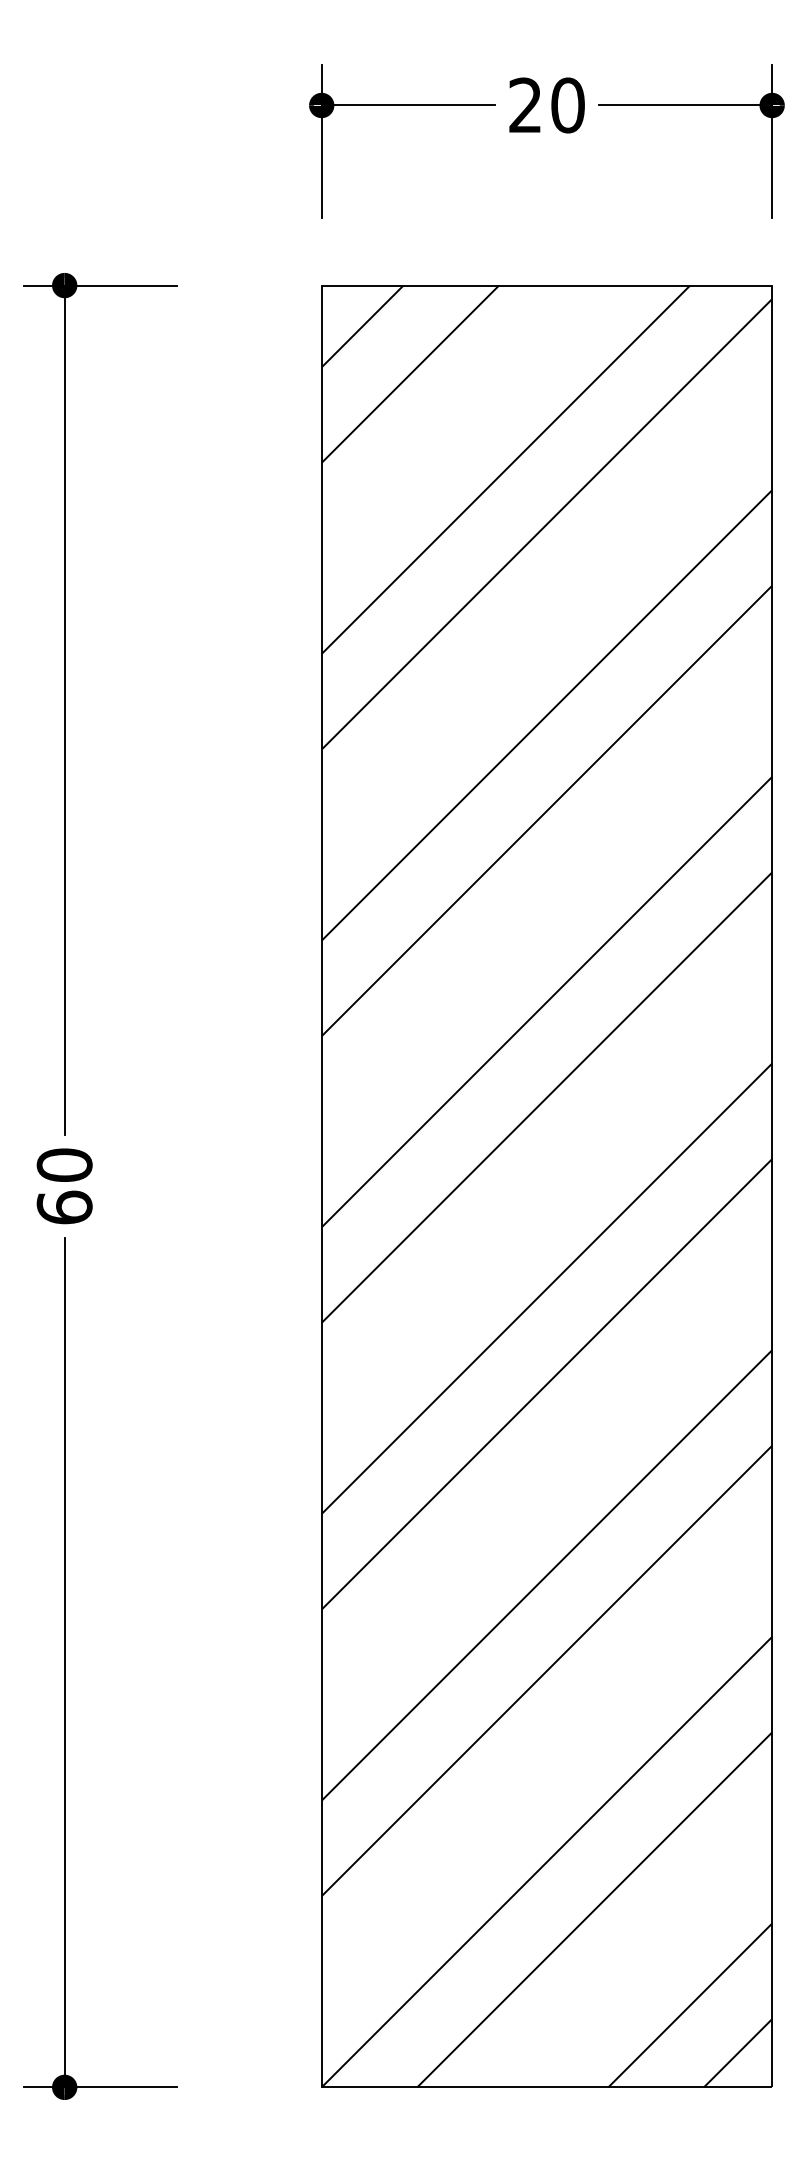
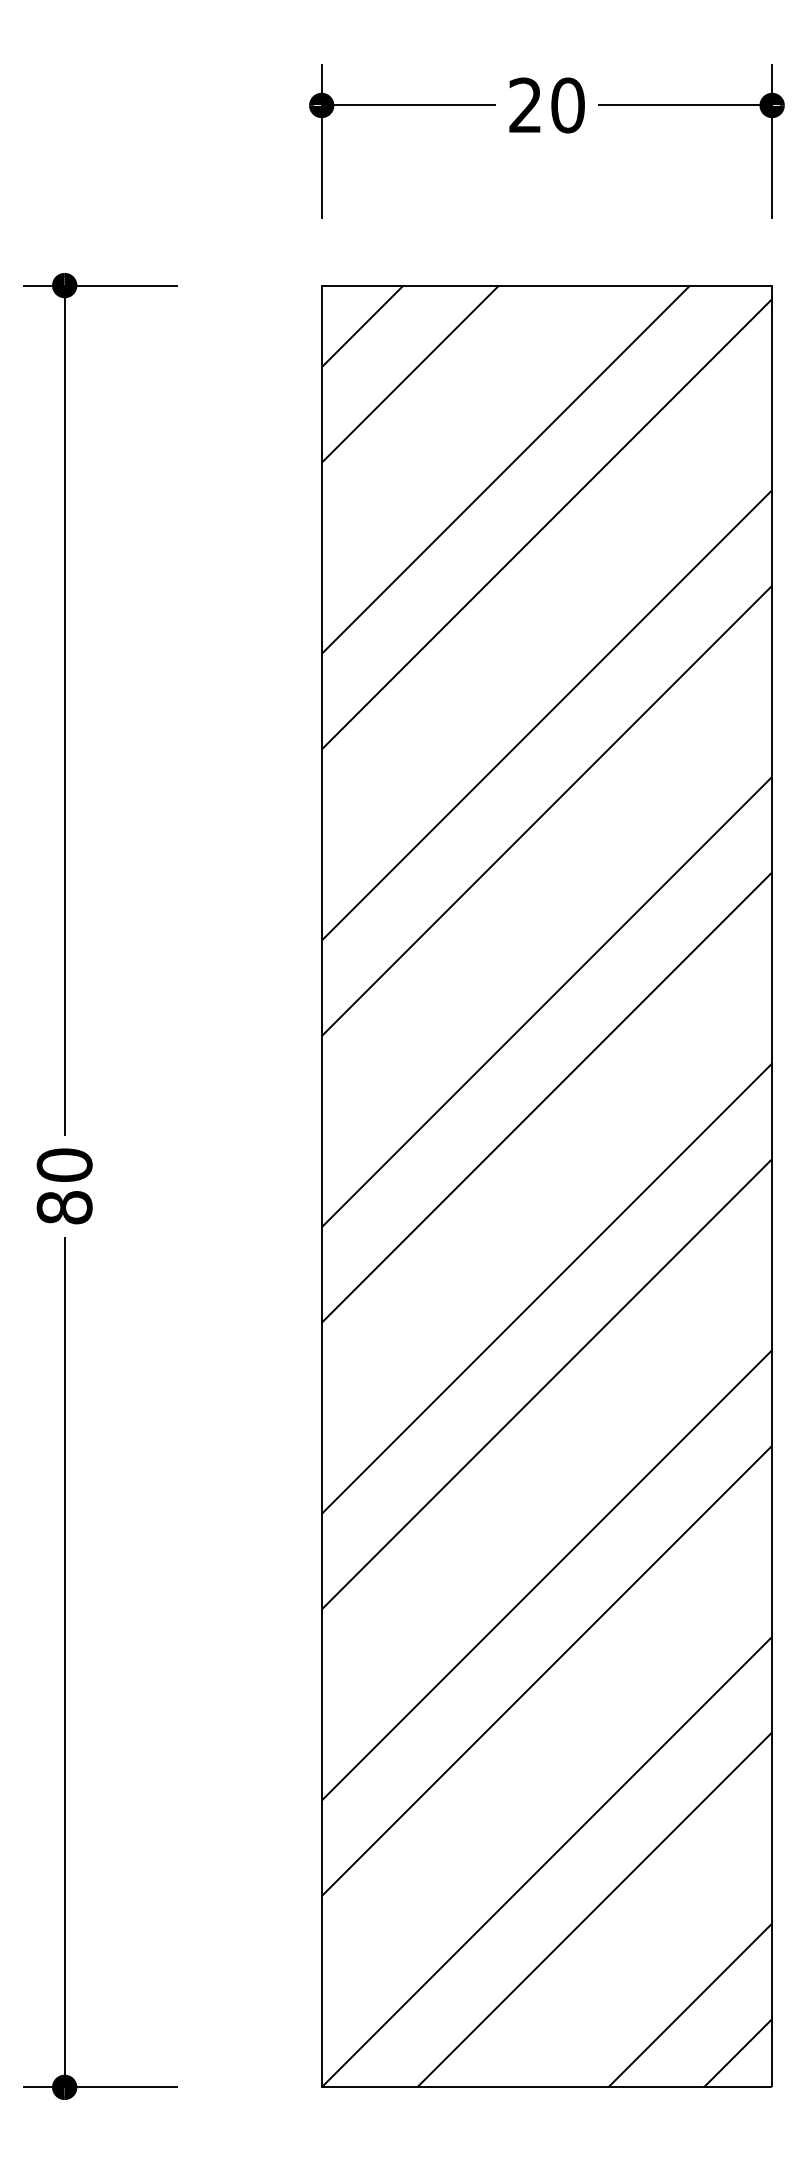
text at (64, 1207): 60 -> 80
